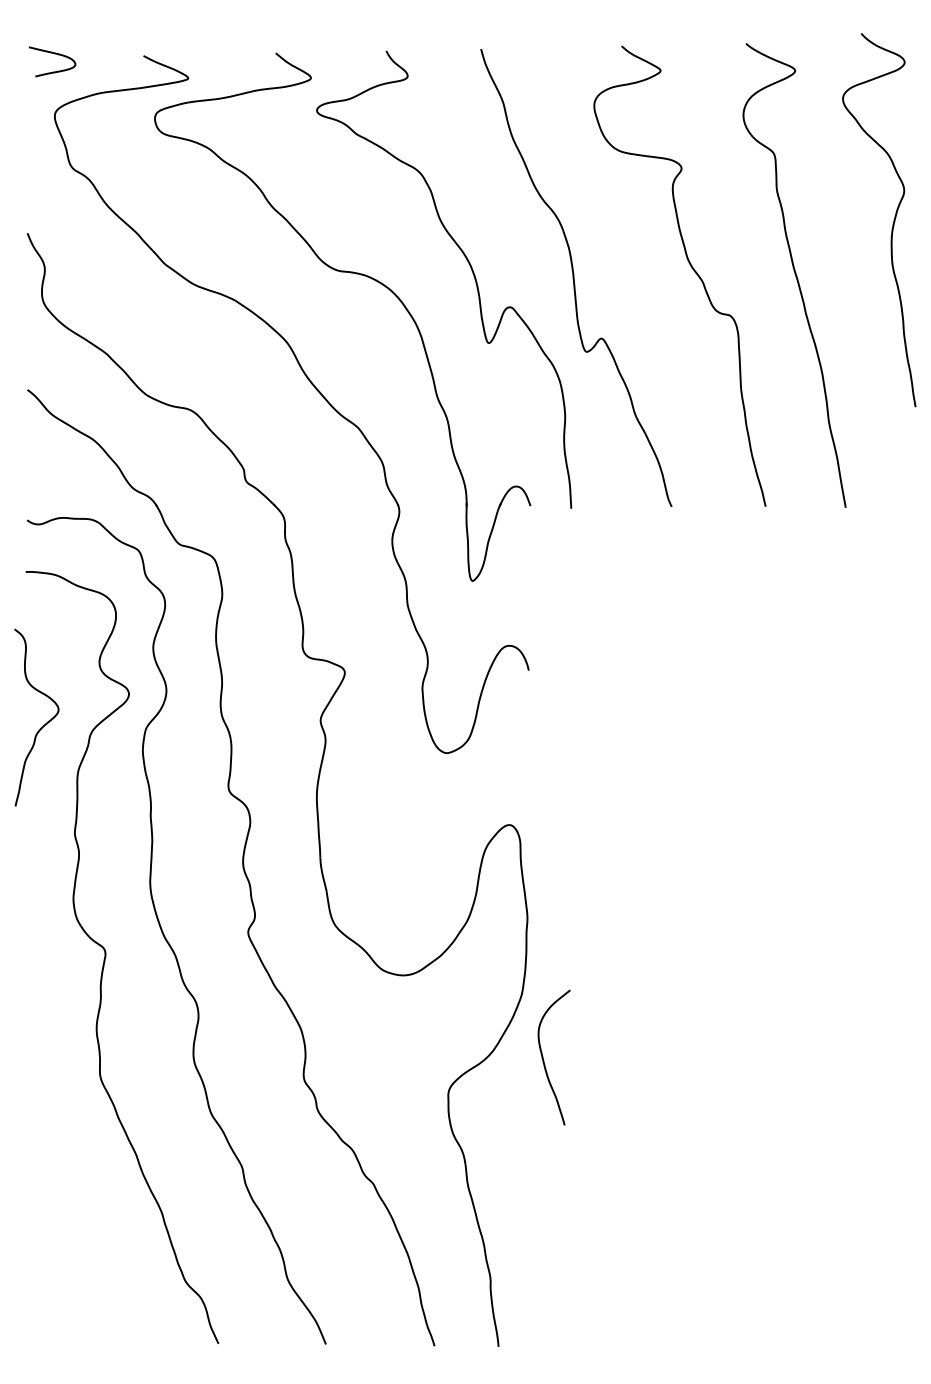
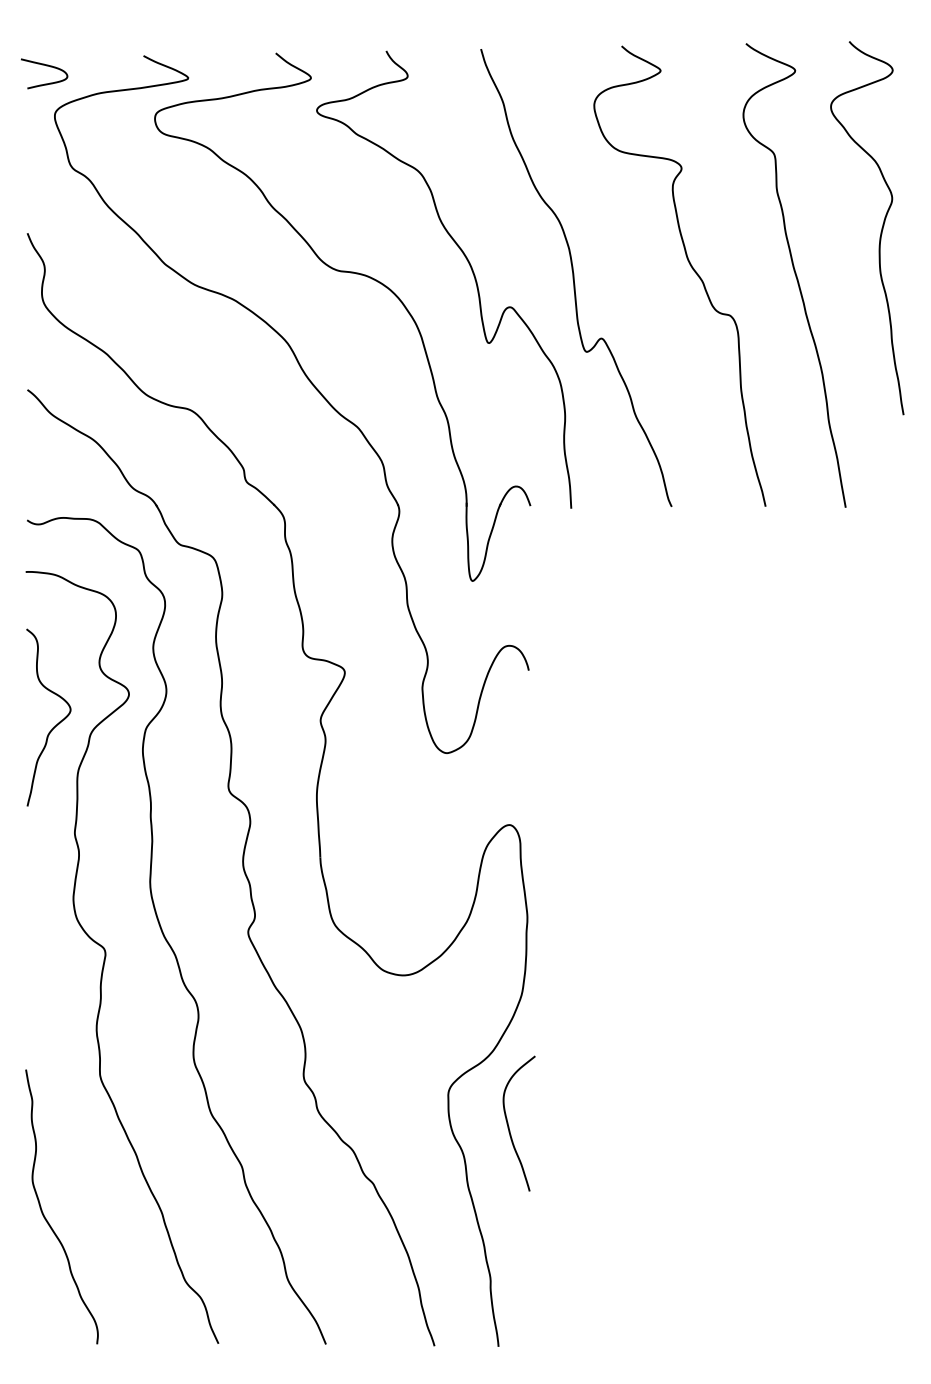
curve at (54, 54) position: (54, 54) -> (46, 66)
curve at (892, 224) position: (892, 224) -> (880, 232)
curve at (41, 726) position: (41, 726) -> (53, 726)
curve at (544, 1060) position: (544, 1060) -> (509, 1126)
curve at (44, 1214): none -> present
